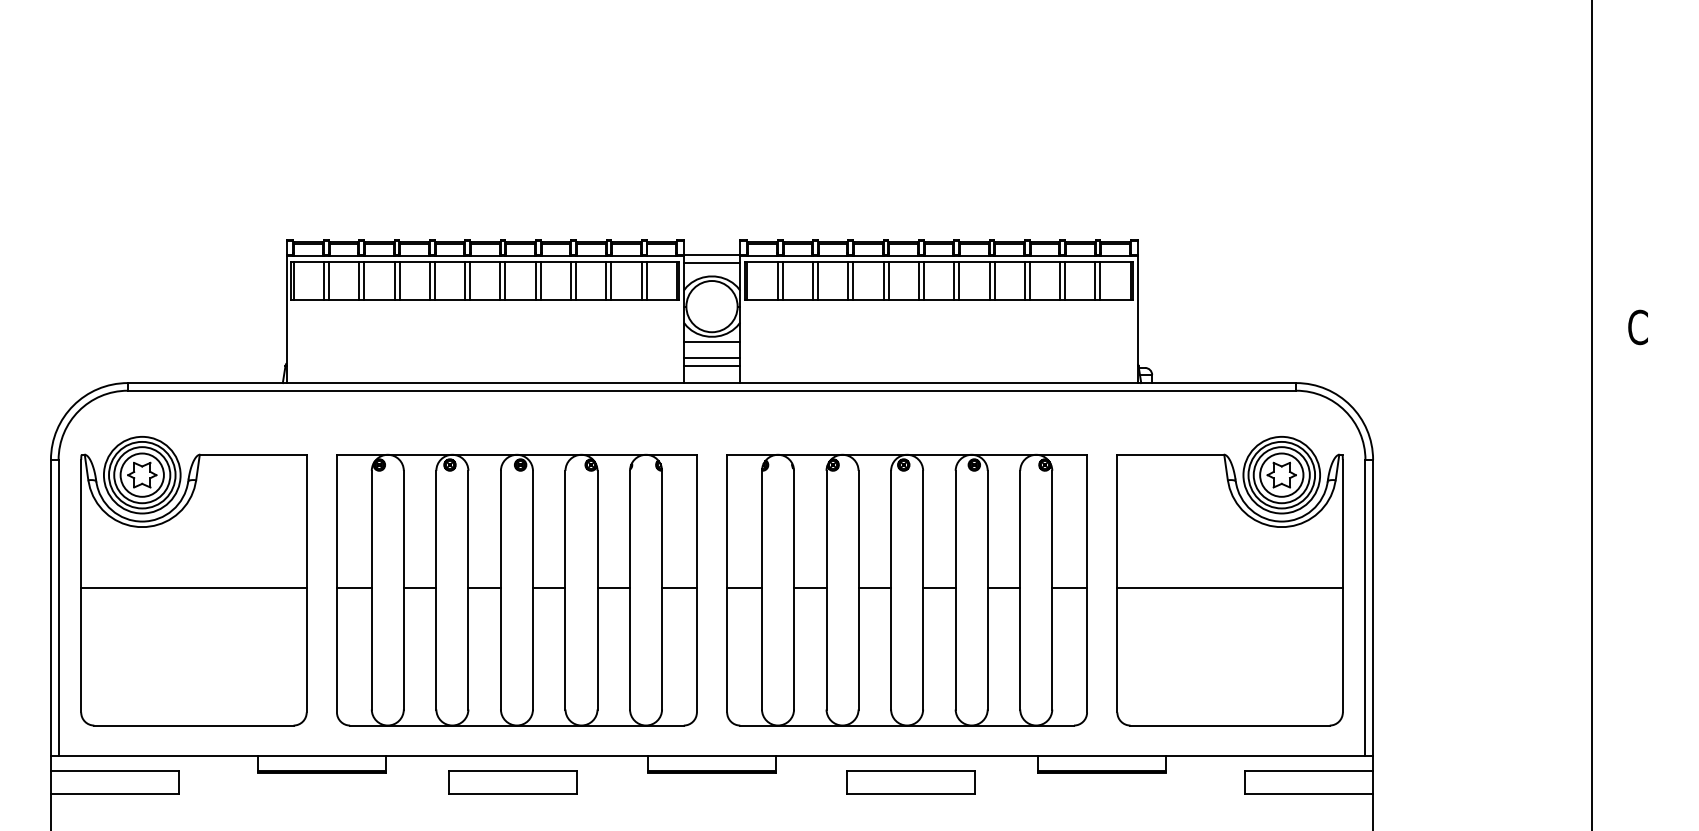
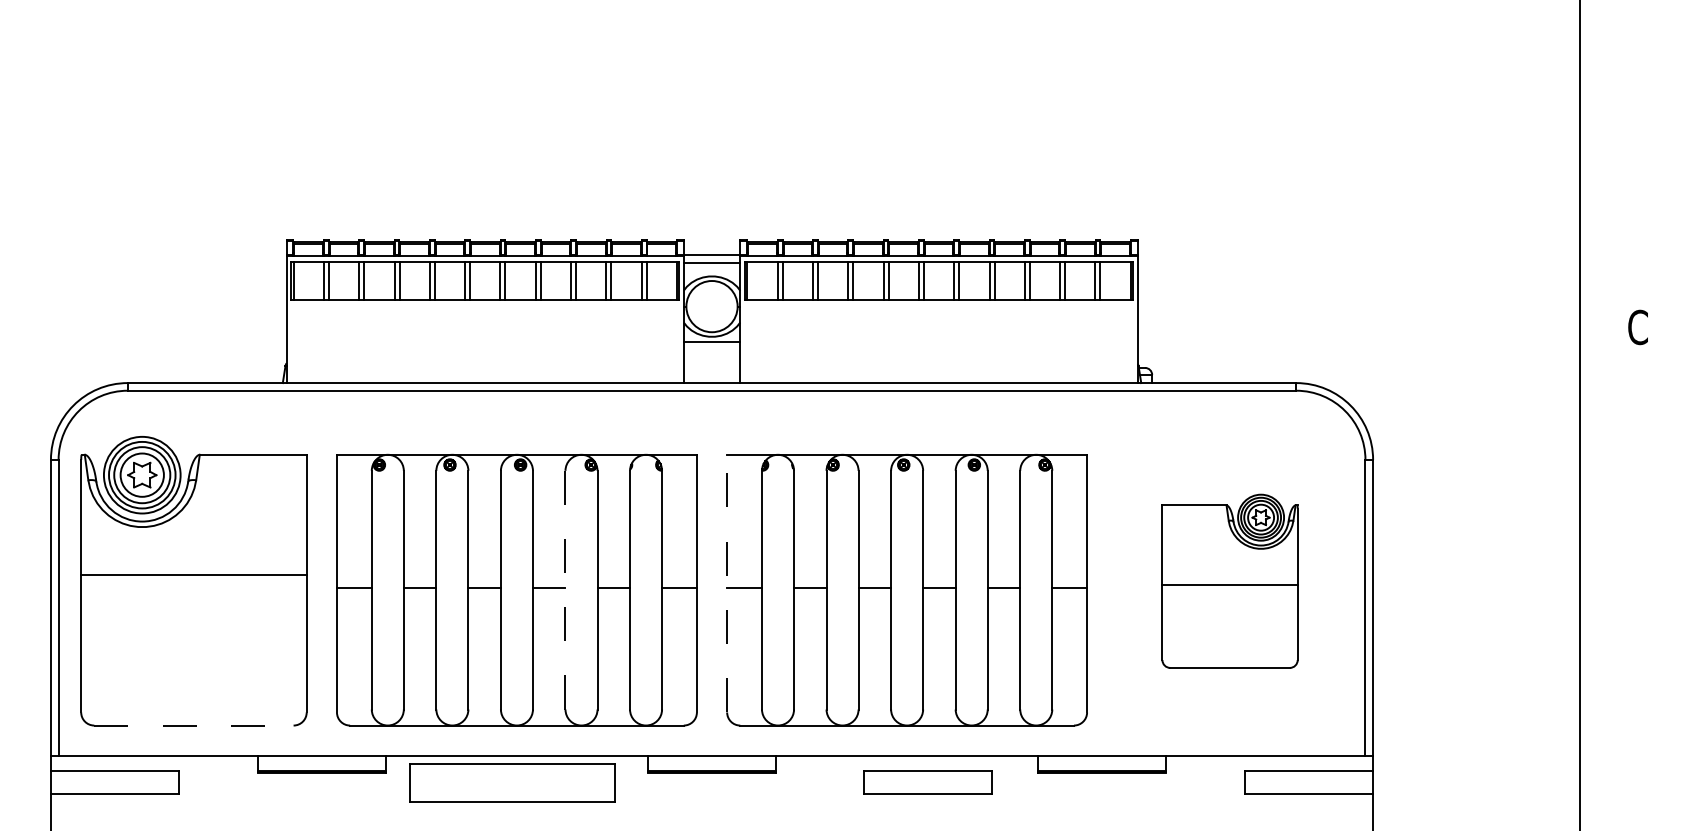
line at (712, 357): present -> none
line at (712, 366): present -> none
line at (1592, 414) position: (1592, 414) -> (1580, 414)
part at (1229, 581) size: 228x291 px -> 138x176 px
line at (727, 583): solid -> dashed
line at (193, 588) position: (193, 588) -> (193, 575)
line at (565, 589): solid -> dashed
line at (193, 725): solid -> dashed
part at (512, 782) size: 130x25 px -> 207x40 px
part at (910, 782) position: (910, 782) -> (927, 782)
